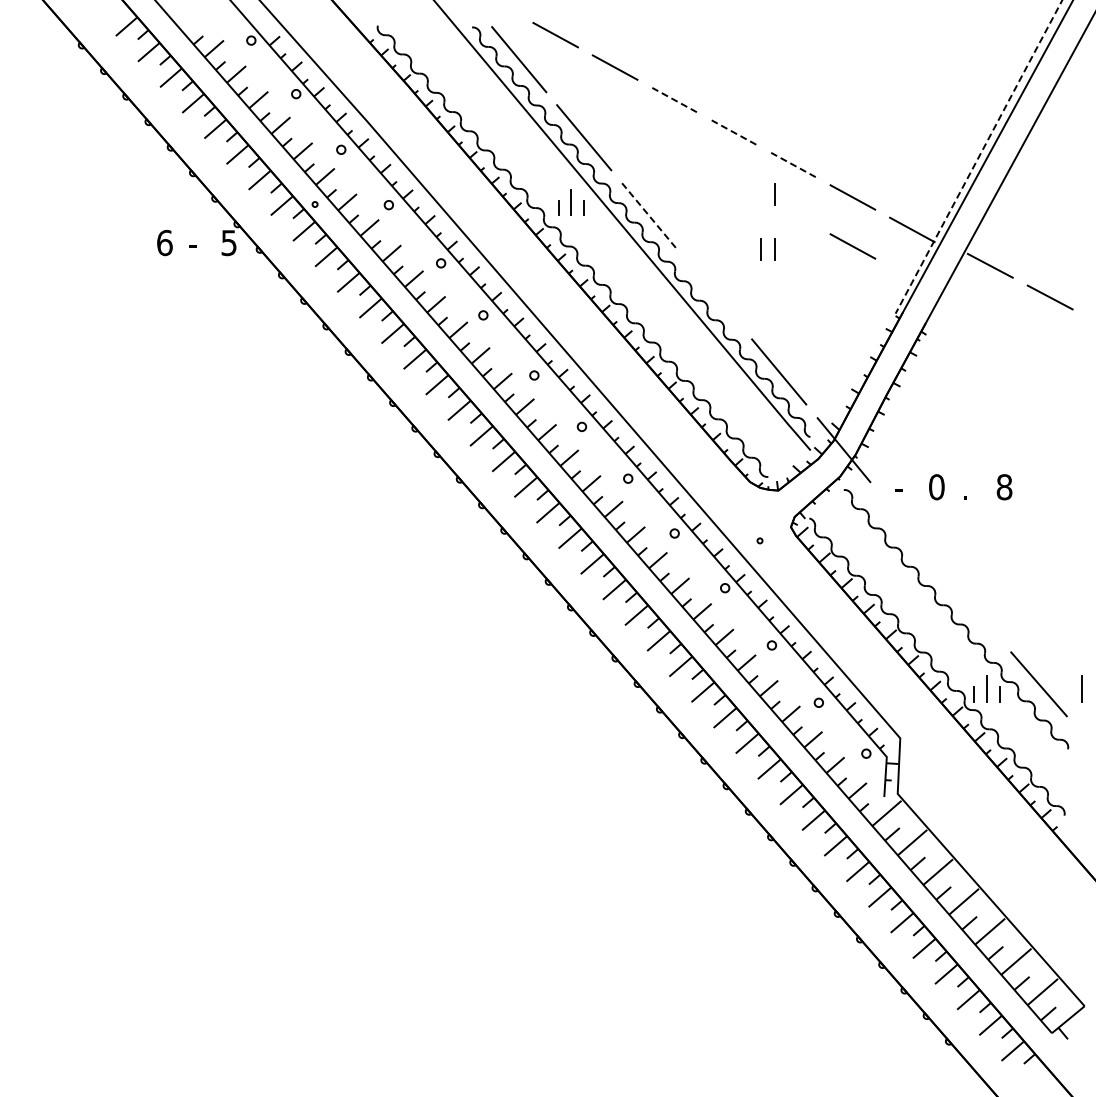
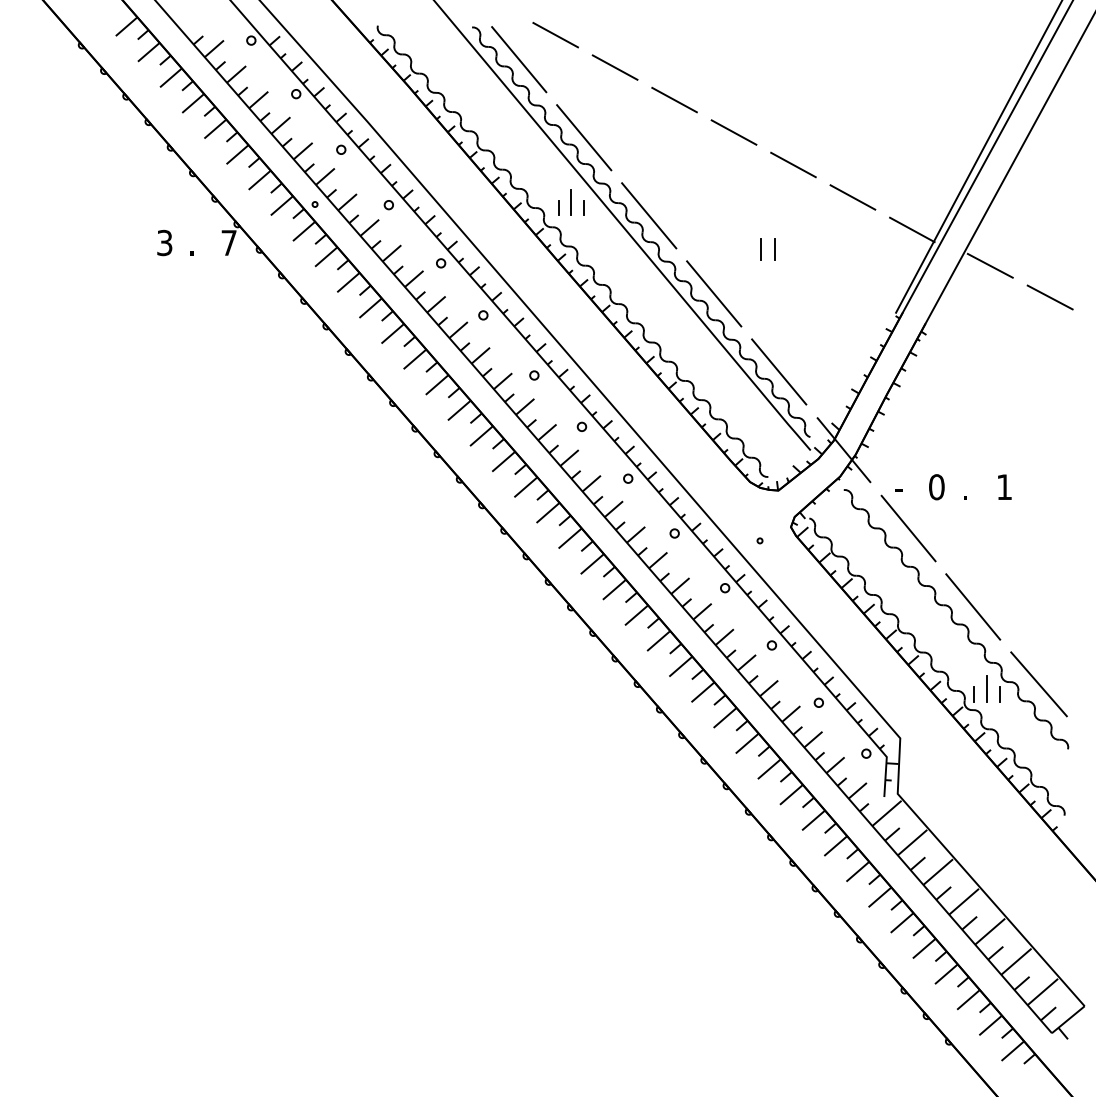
line at (674, 99): dashed -> solid
line at (733, 132): dashed -> solid
line at (978, 157): dashed -> solid
line at (793, 164): dashed -> solid
line at (774, 194): present -> none
line at (649, 216): dashed -> solid
text at (164, 242): 6 -> 3
text at (228, 243): 5 -> 7
line at (852, 246): present -> none
text at (192, 250): - -> .
line at (714, 293): none -> present
text at (1004, 487): 8 -> 1
line at (908, 528): none -> present
line at (973, 606): none -> present
line at (1081, 688): present -> none
